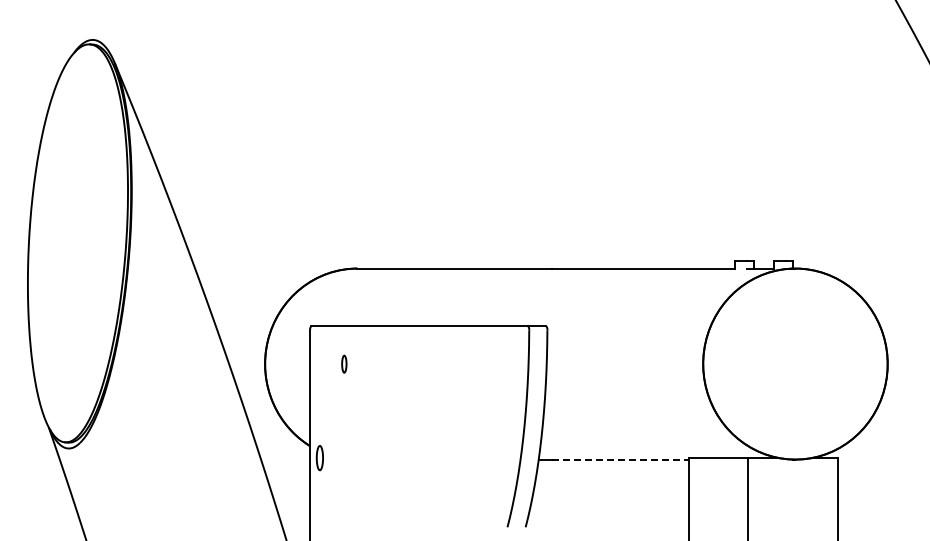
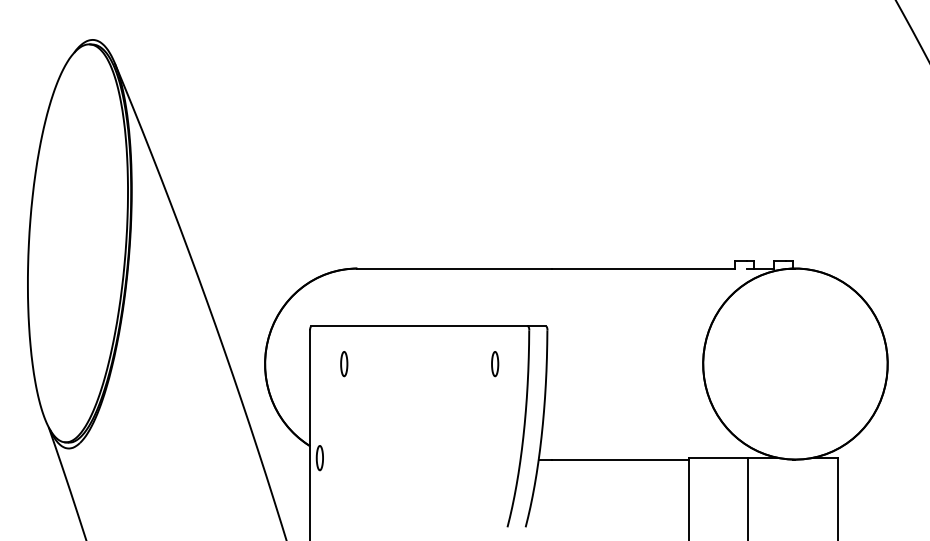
part at (344, 363) size: 7x20 px -> 9x27 px
part at (495, 364): none -> present
line at (620, 459): dashed -> solid
